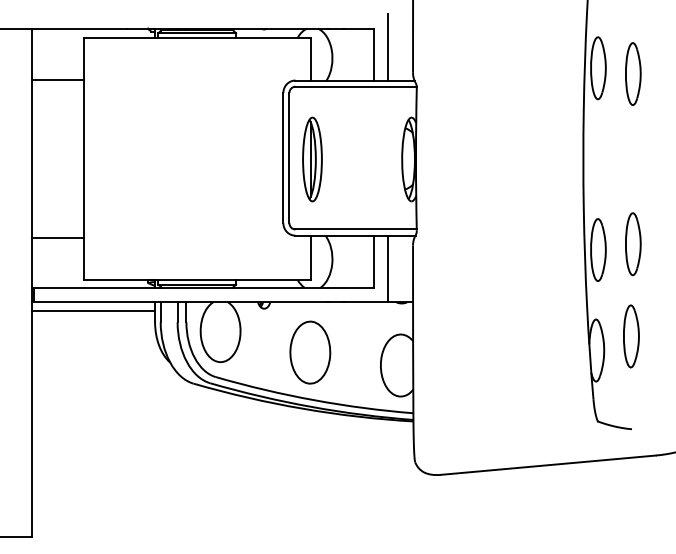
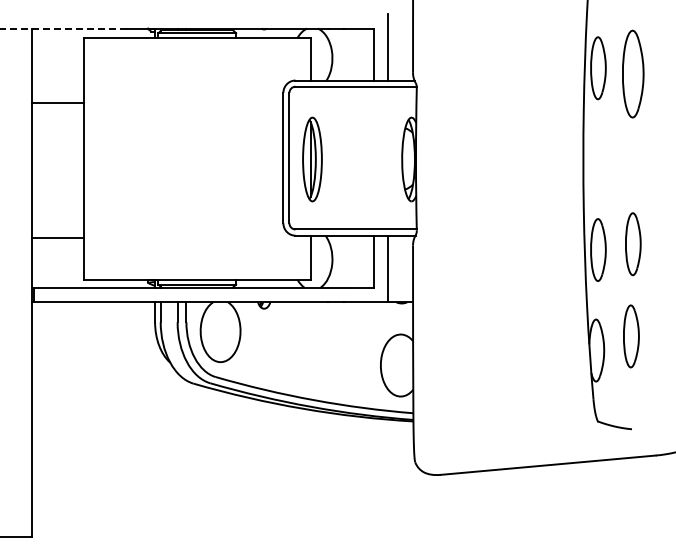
line at (63, 28): solid -> dashed
part at (633, 73) size: 17x64 px -> 23x90 px
line at (58, 80) position: (58, 80) -> (58, 103)
line at (93, 310): present -> none
part at (310, 352): present -> none
